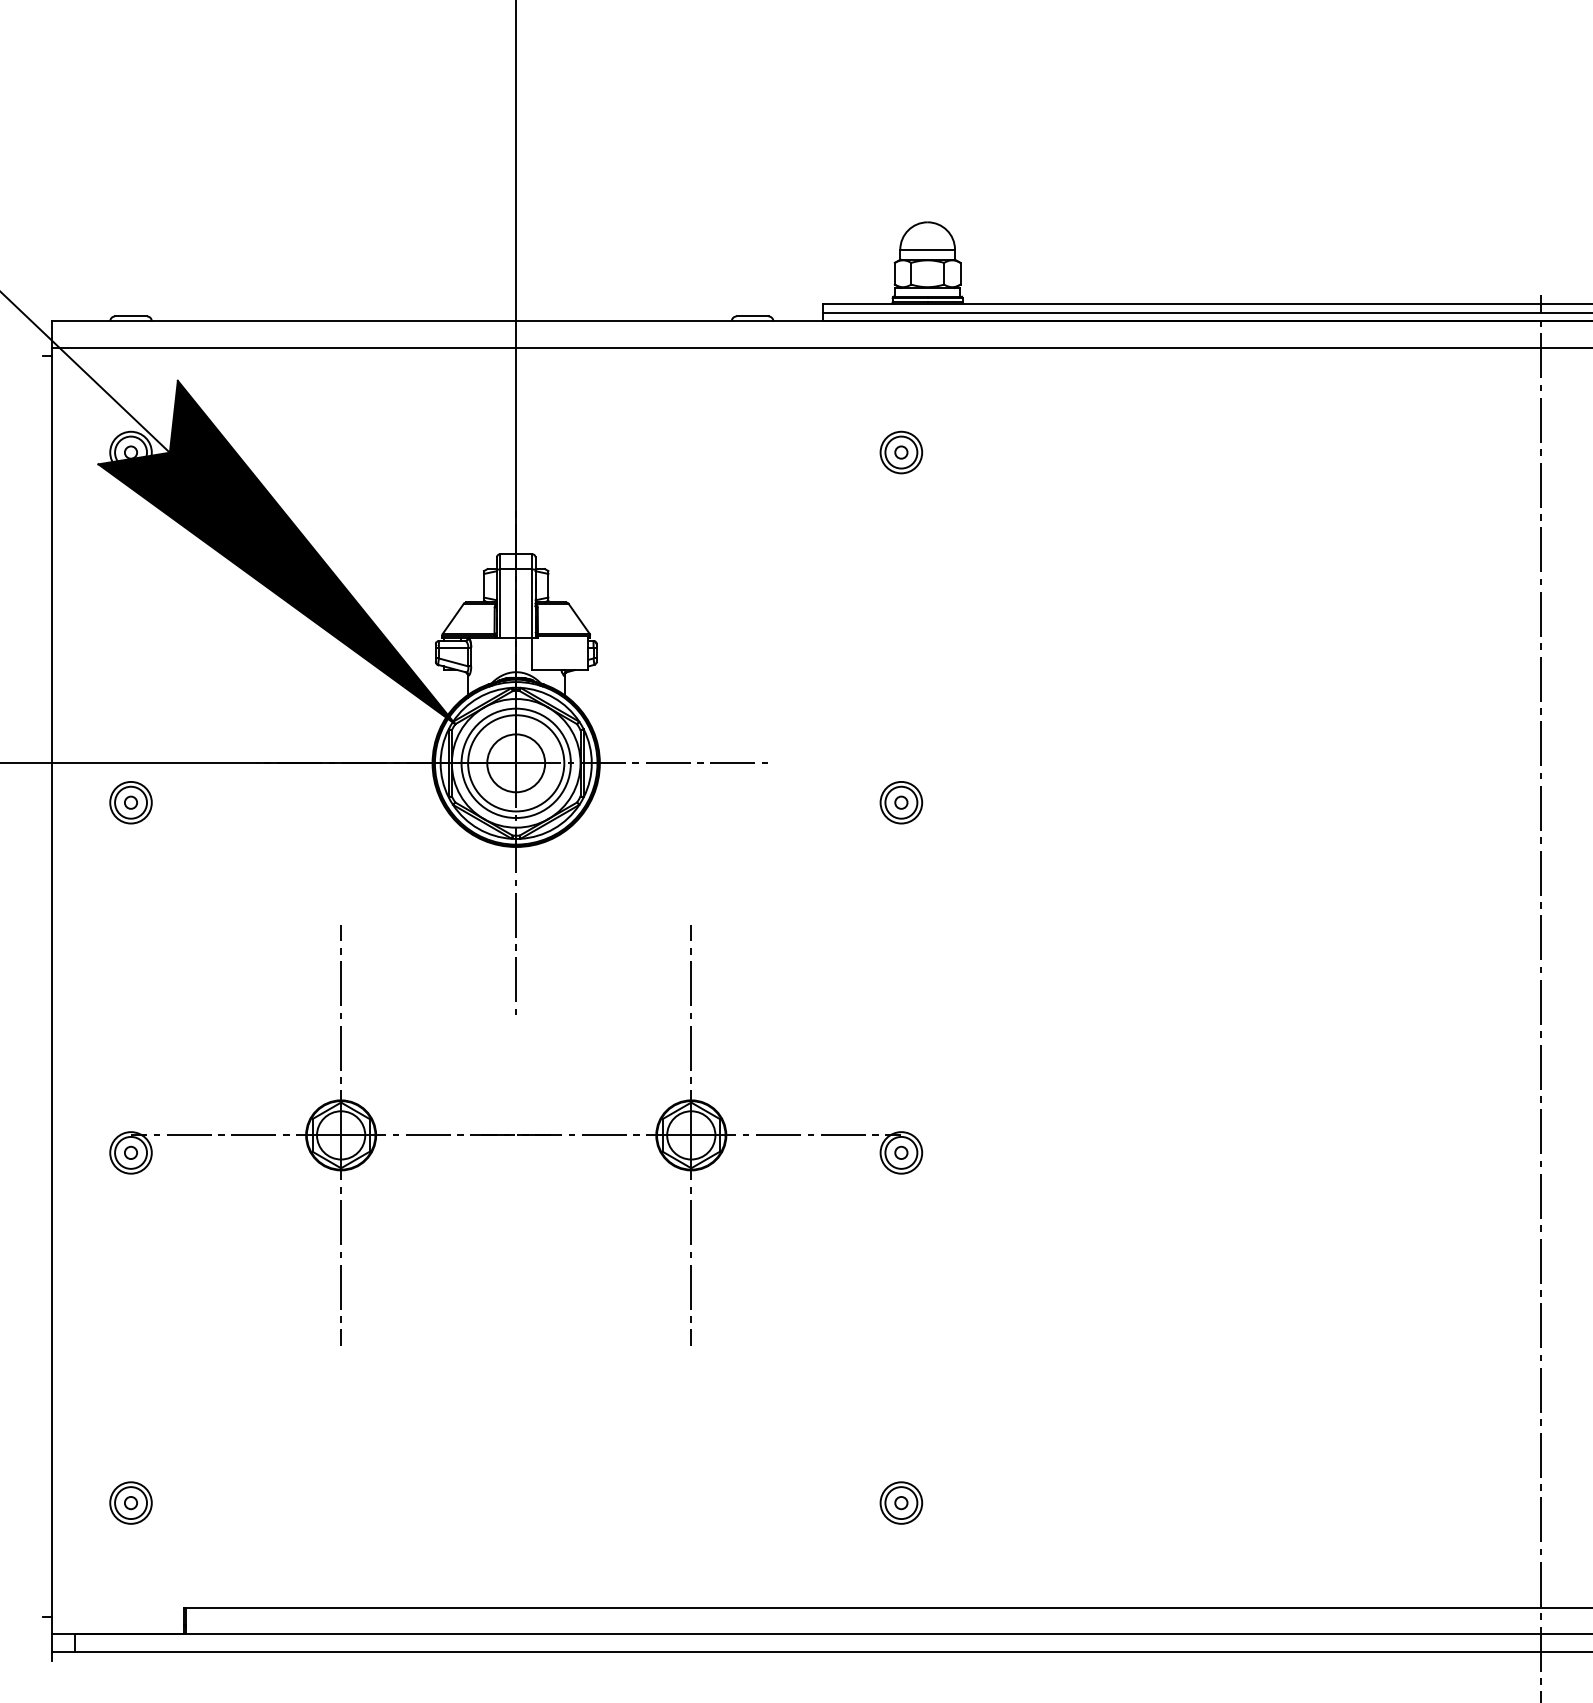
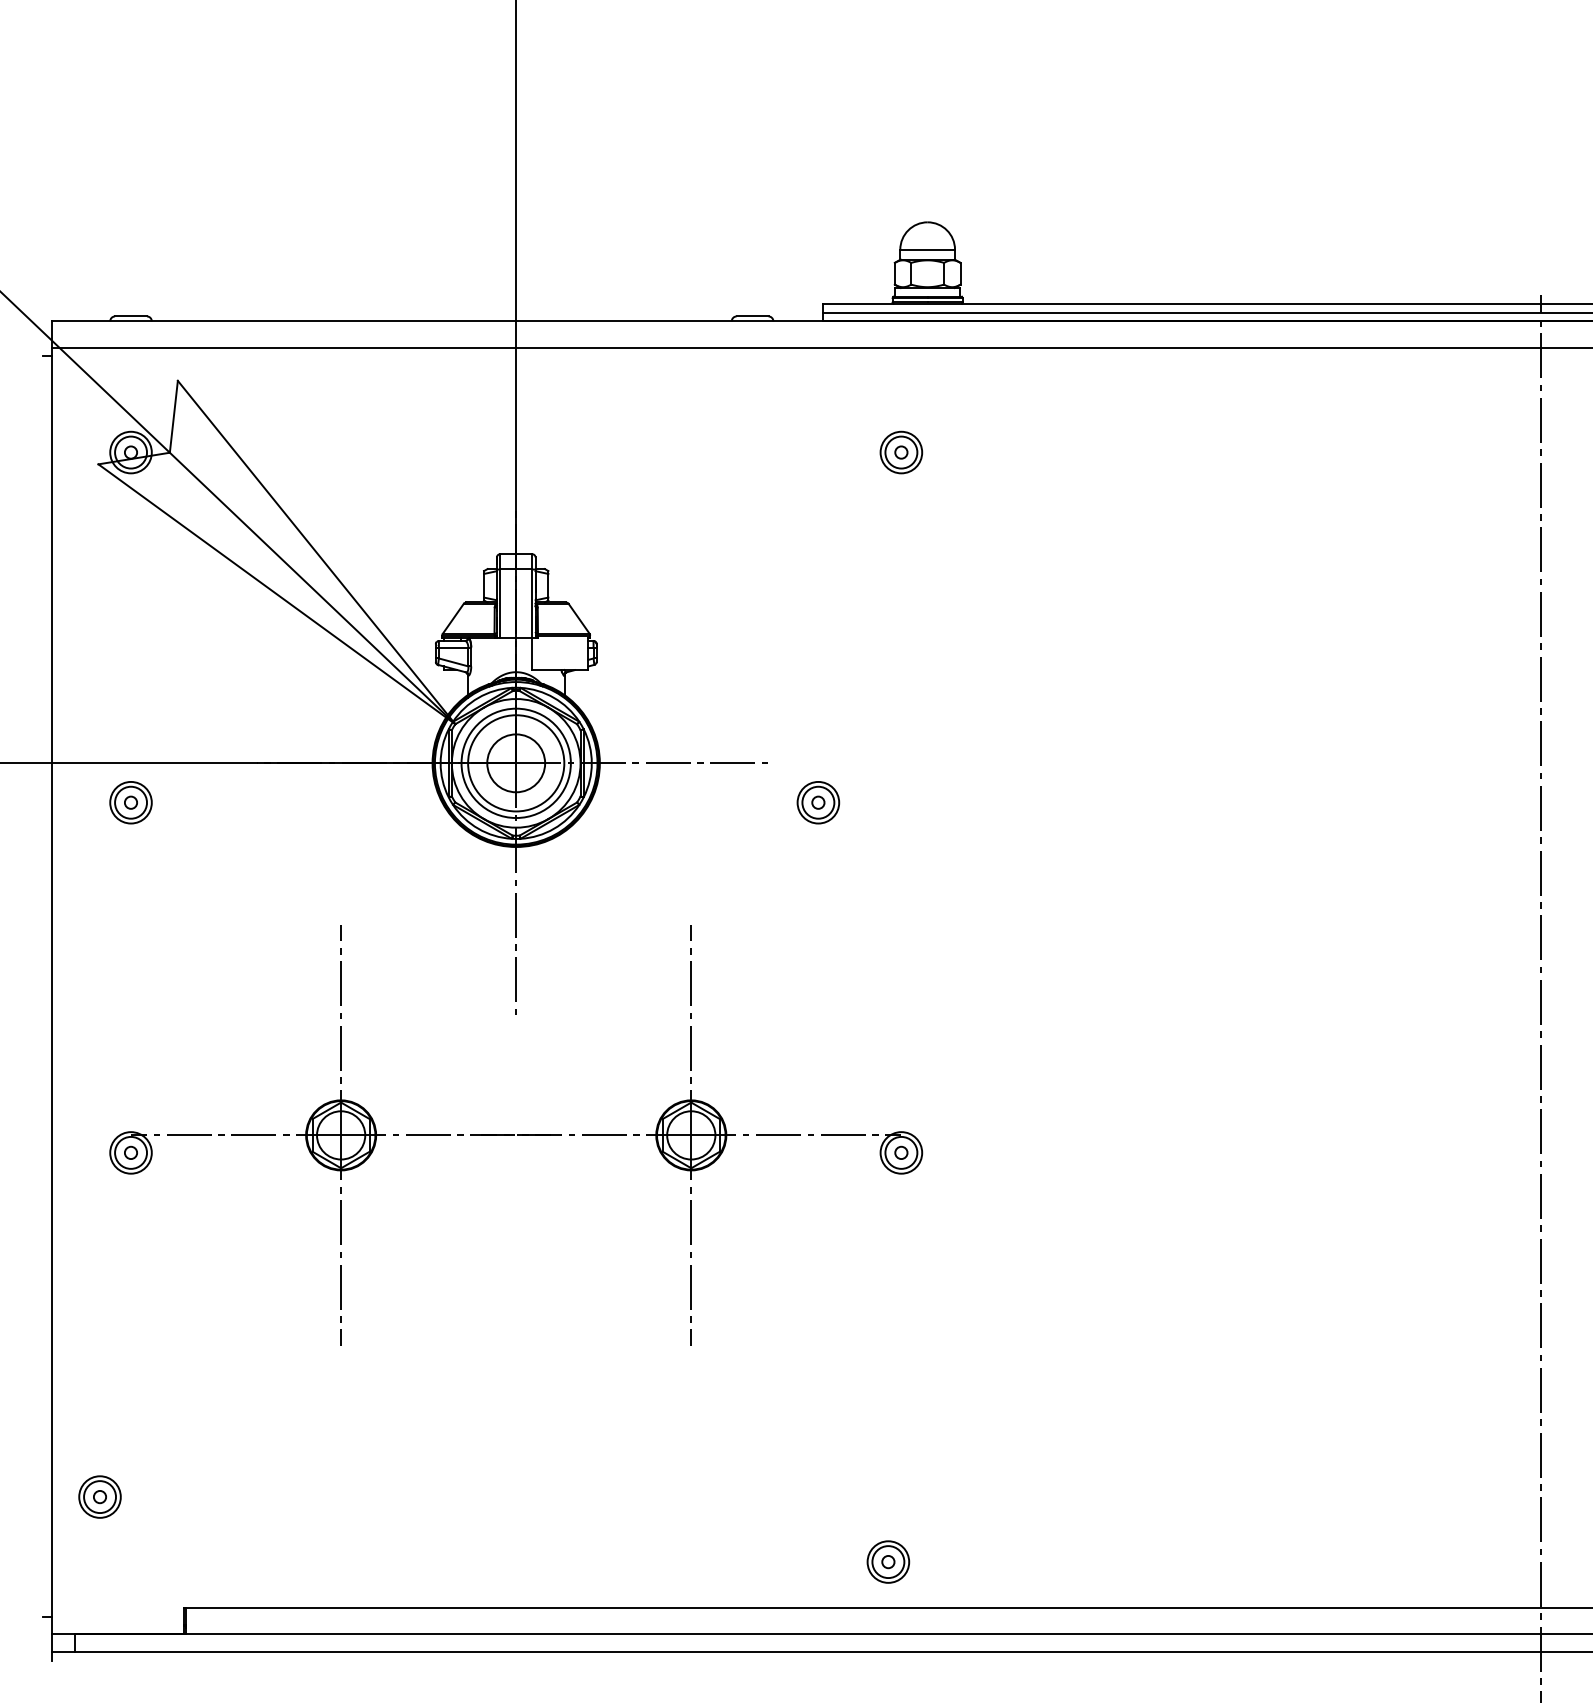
fill at (276, 552): present -> none
part at (901, 802) position: (901, 802) -> (818, 802)
part at (130, 1502) position: (130, 1502) -> (99, 1496)
part at (901, 1502) position: (901, 1502) -> (888, 1561)
